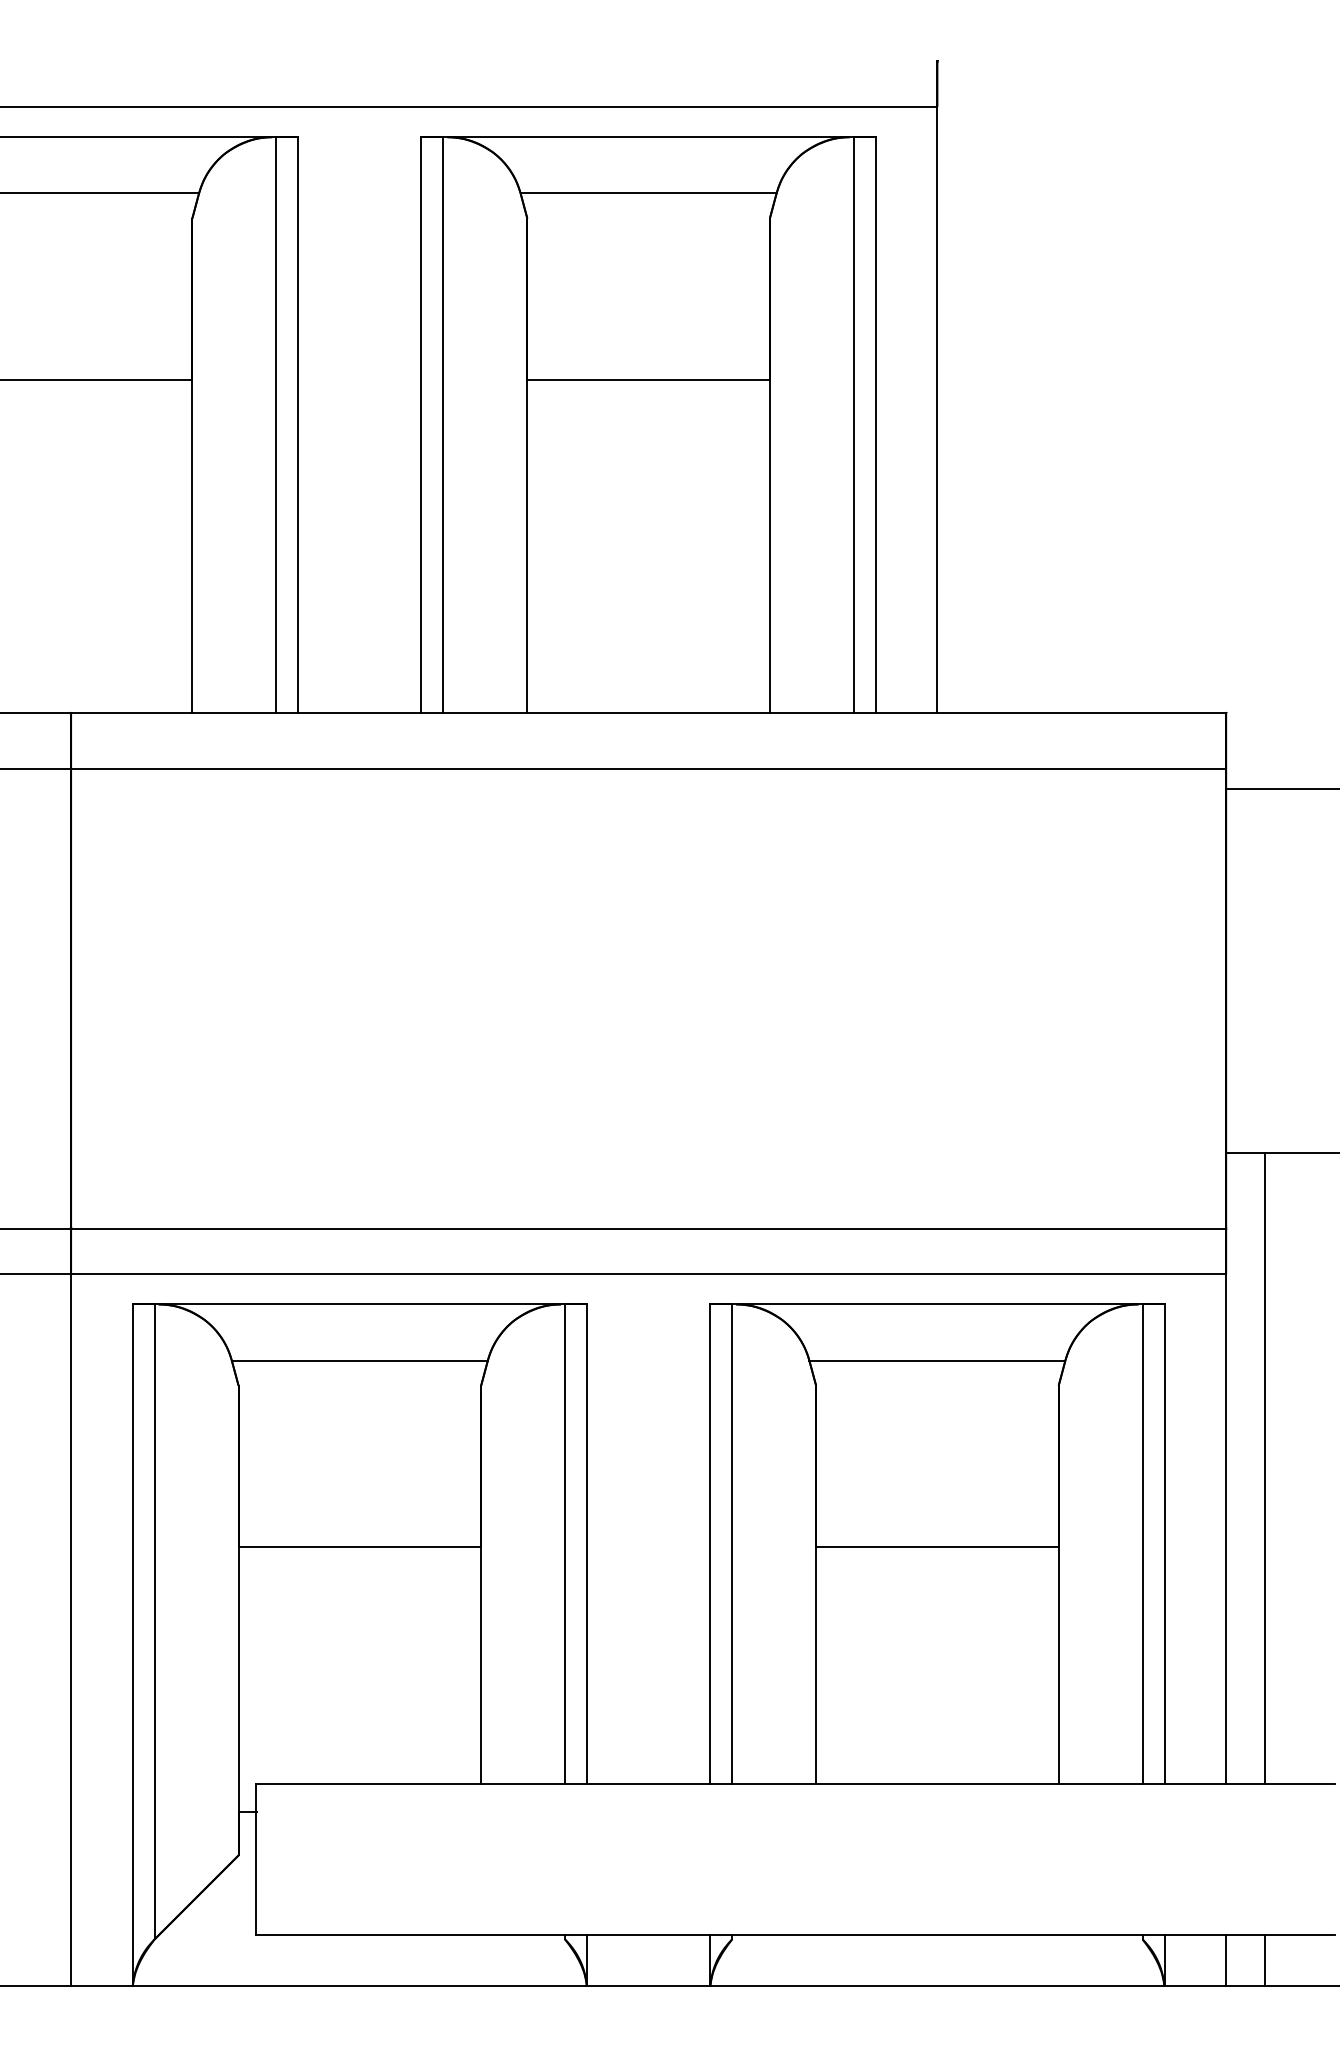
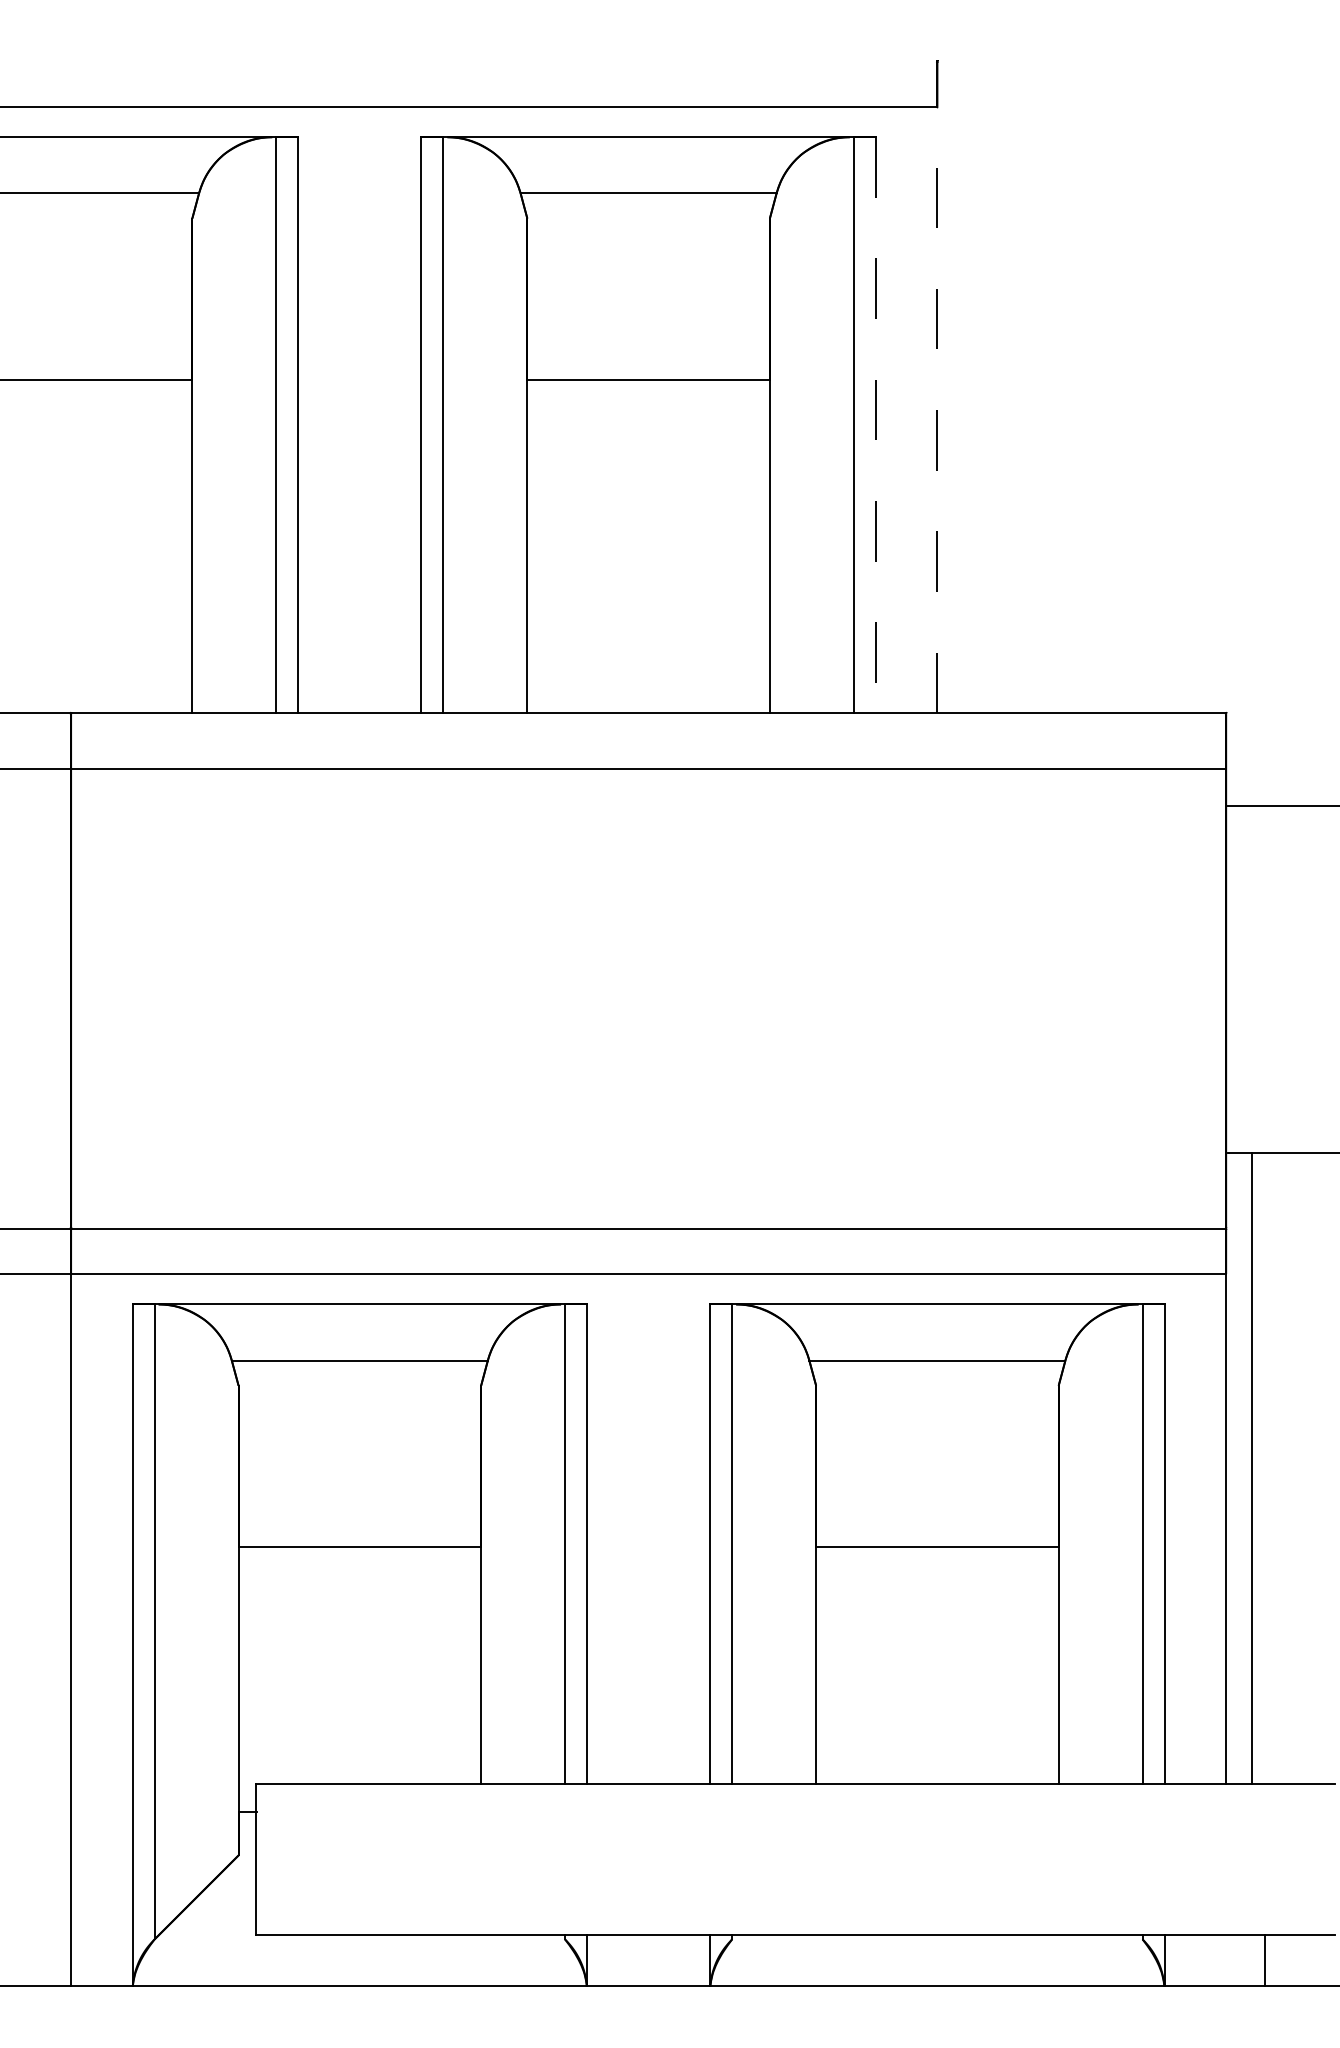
line at (937, 409): solid -> dashed
line at (875, 425): solid -> dashed
line at (1281, 789) position: (1281, 789) -> (1281, 806)
line at (1264, 1467) position: (1264, 1467) -> (1251, 1467)
line at (1226, 1960): present -> none
